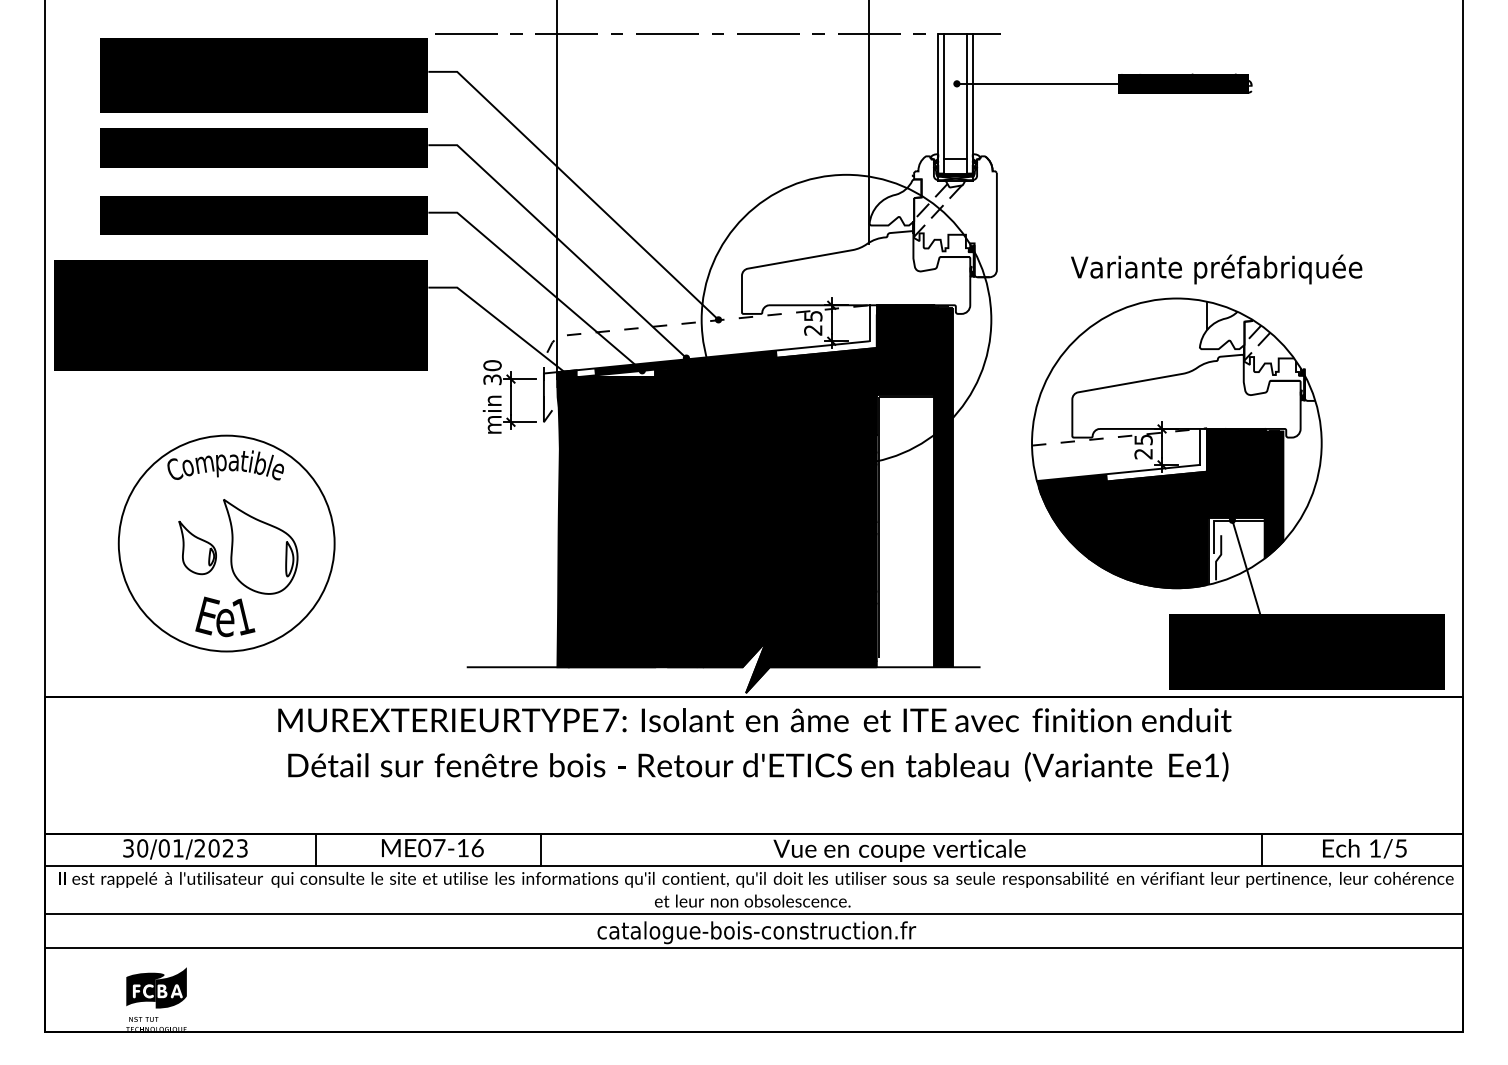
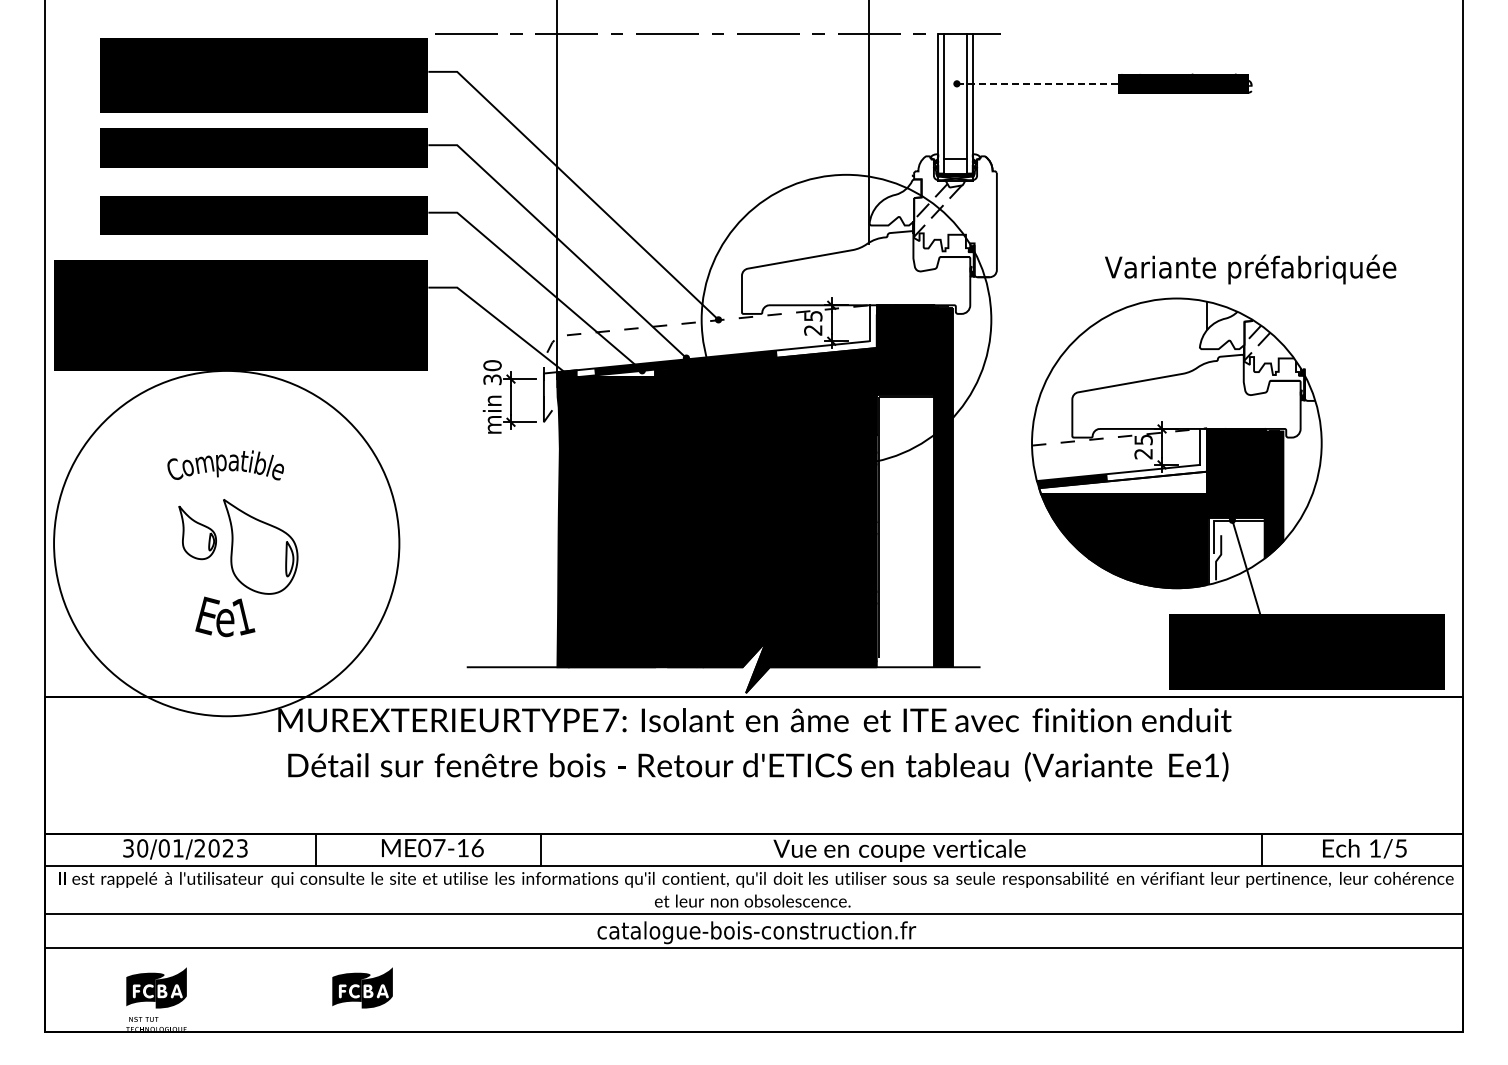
line at (1038, 83): solid -> dashed
text at (1216, 269) position: (1216, 269) -> (1250, 269)
fill at (1123, 482): present -> none
circle at (226, 543) diameter: 216 px -> 345 px
part at (197, 547) position: (197, 547) -> (197, 532)
part at (362, 987): none -> present
